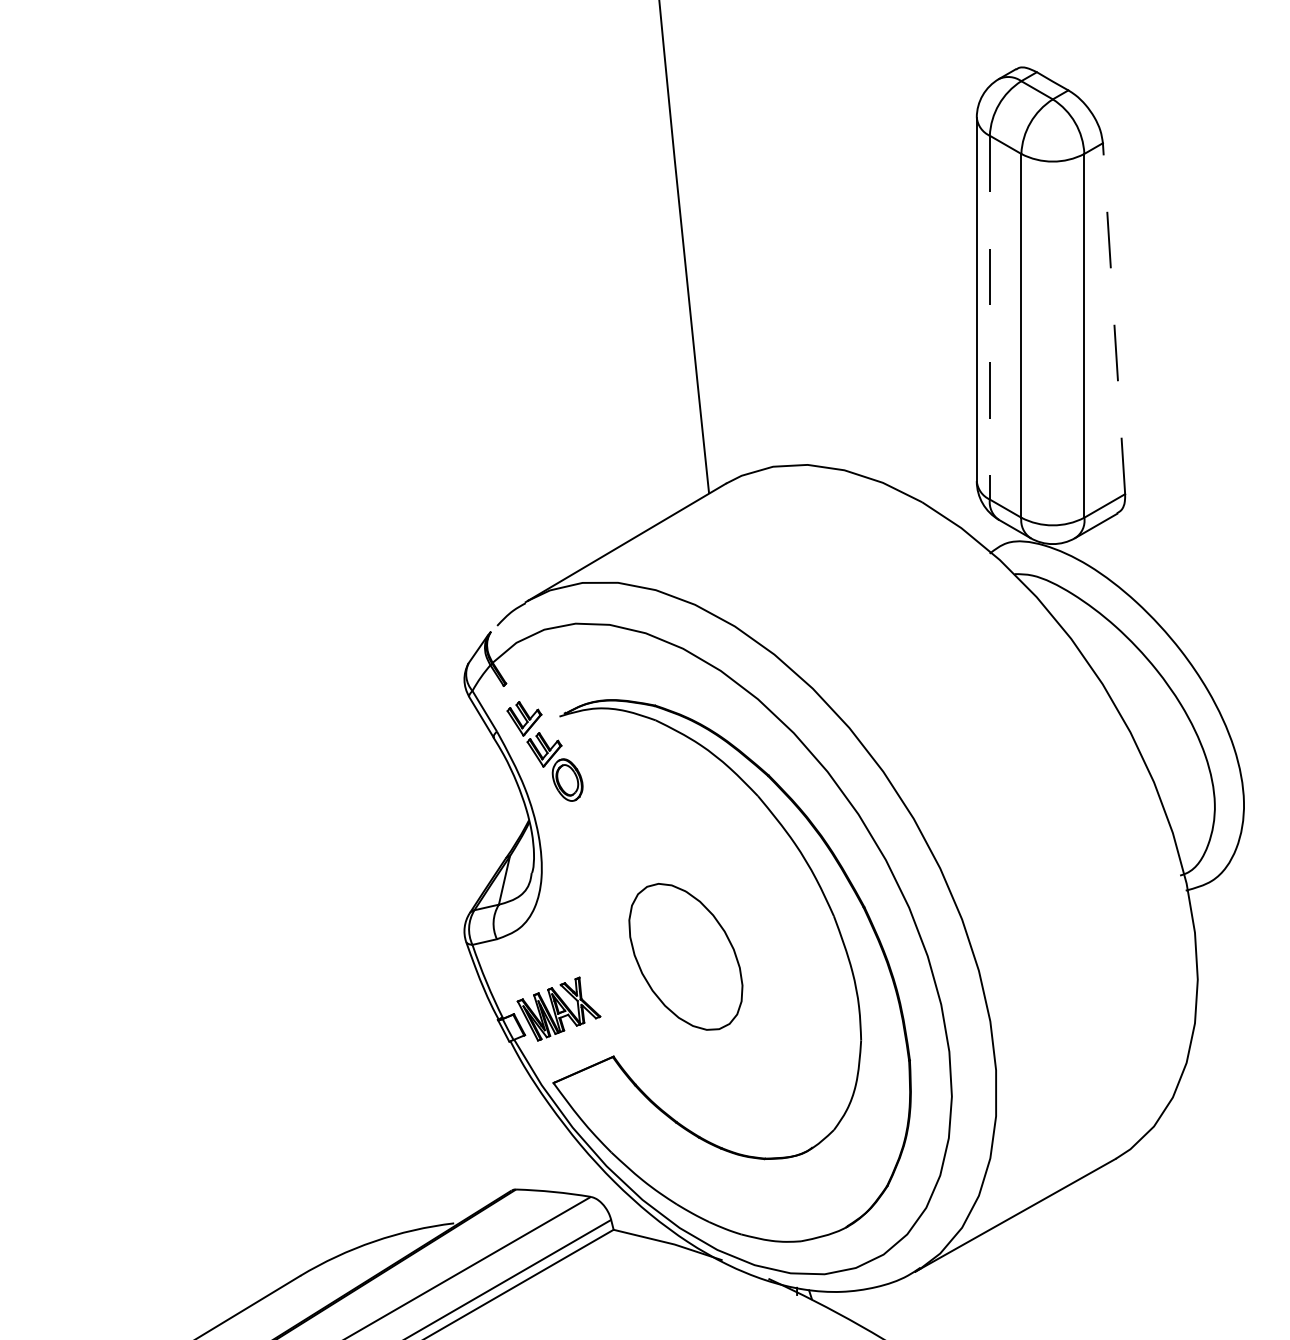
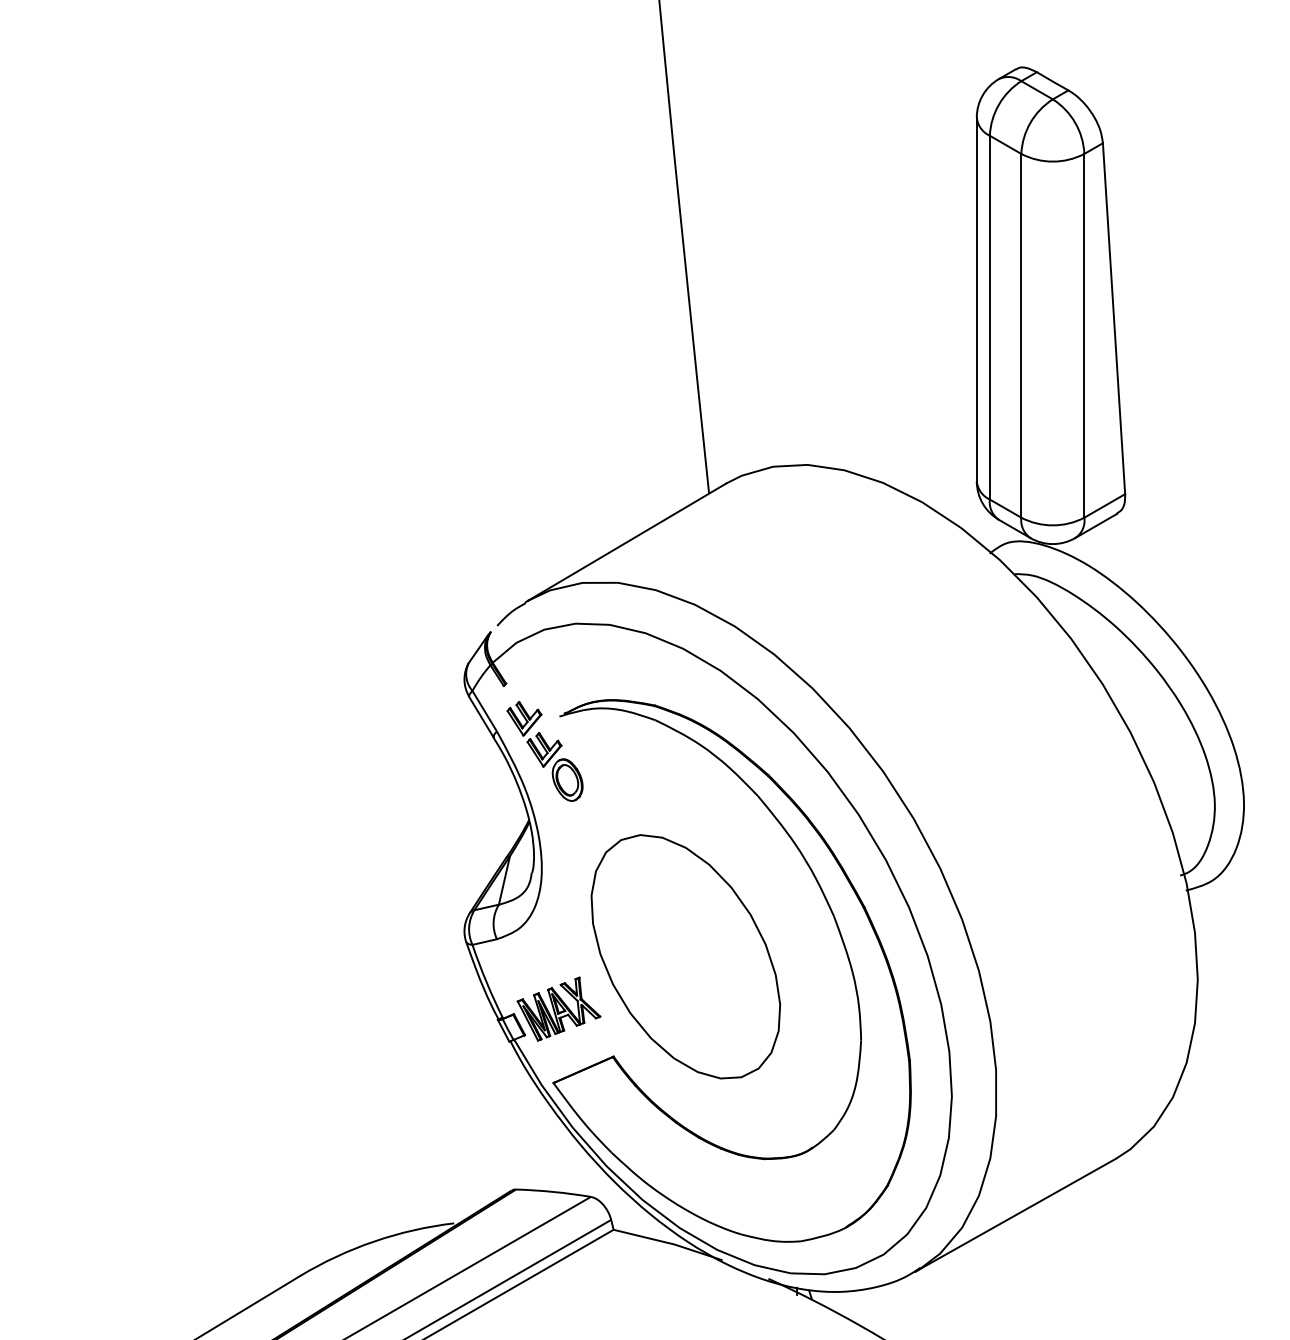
line at (989, 317): dashed -> solid
line at (1114, 318): dashed -> solid
part at (685, 956) size: 116x148 px -> 192x246 px
